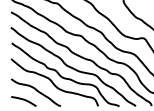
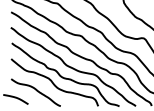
curve at (23, 100) position: (23, 100) -> (15, 98)
